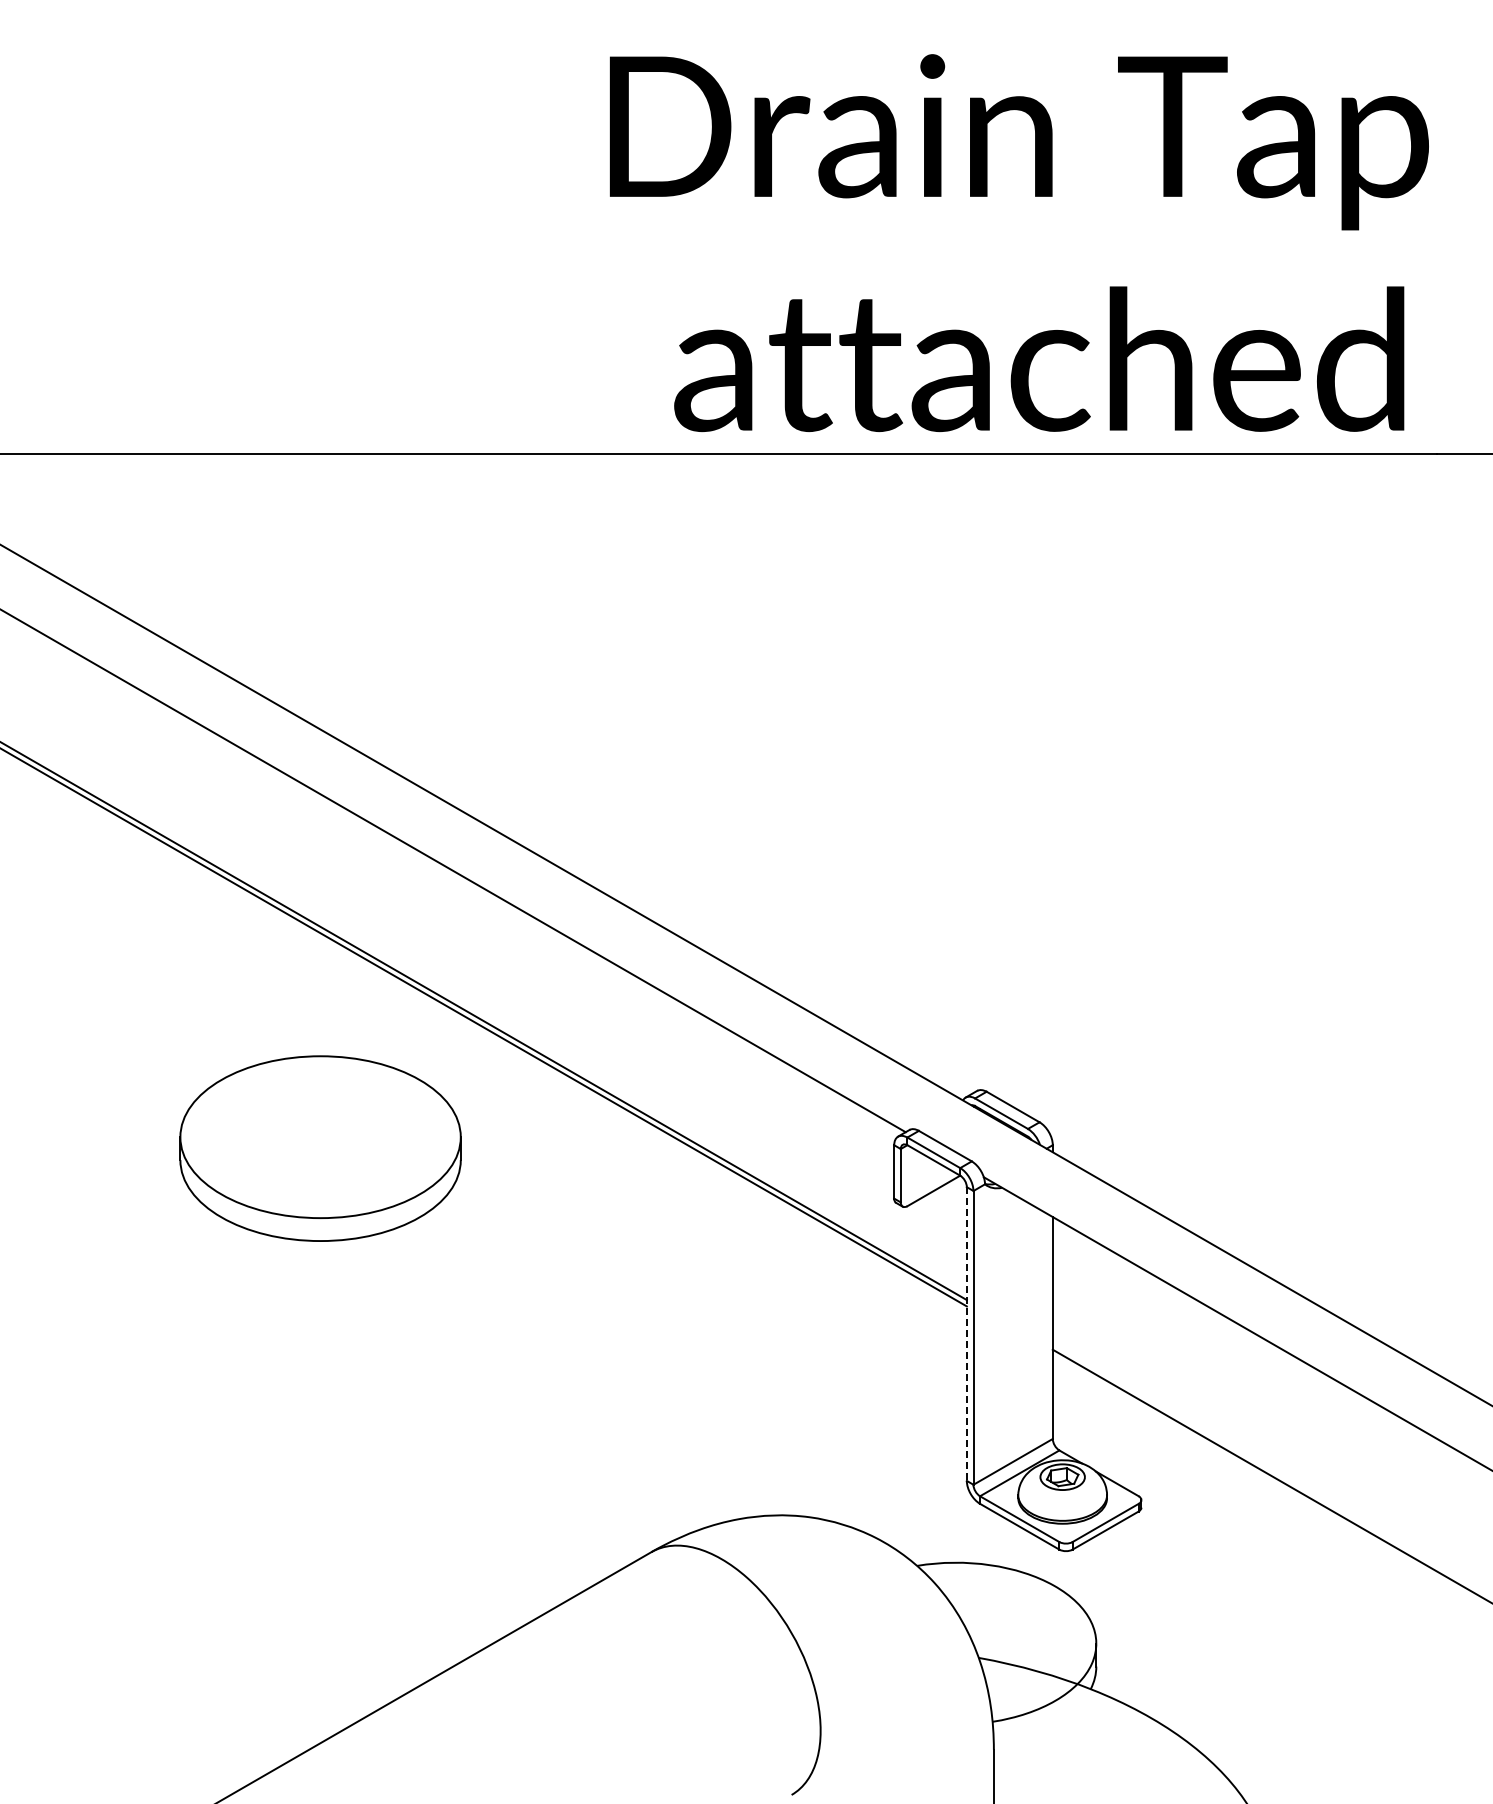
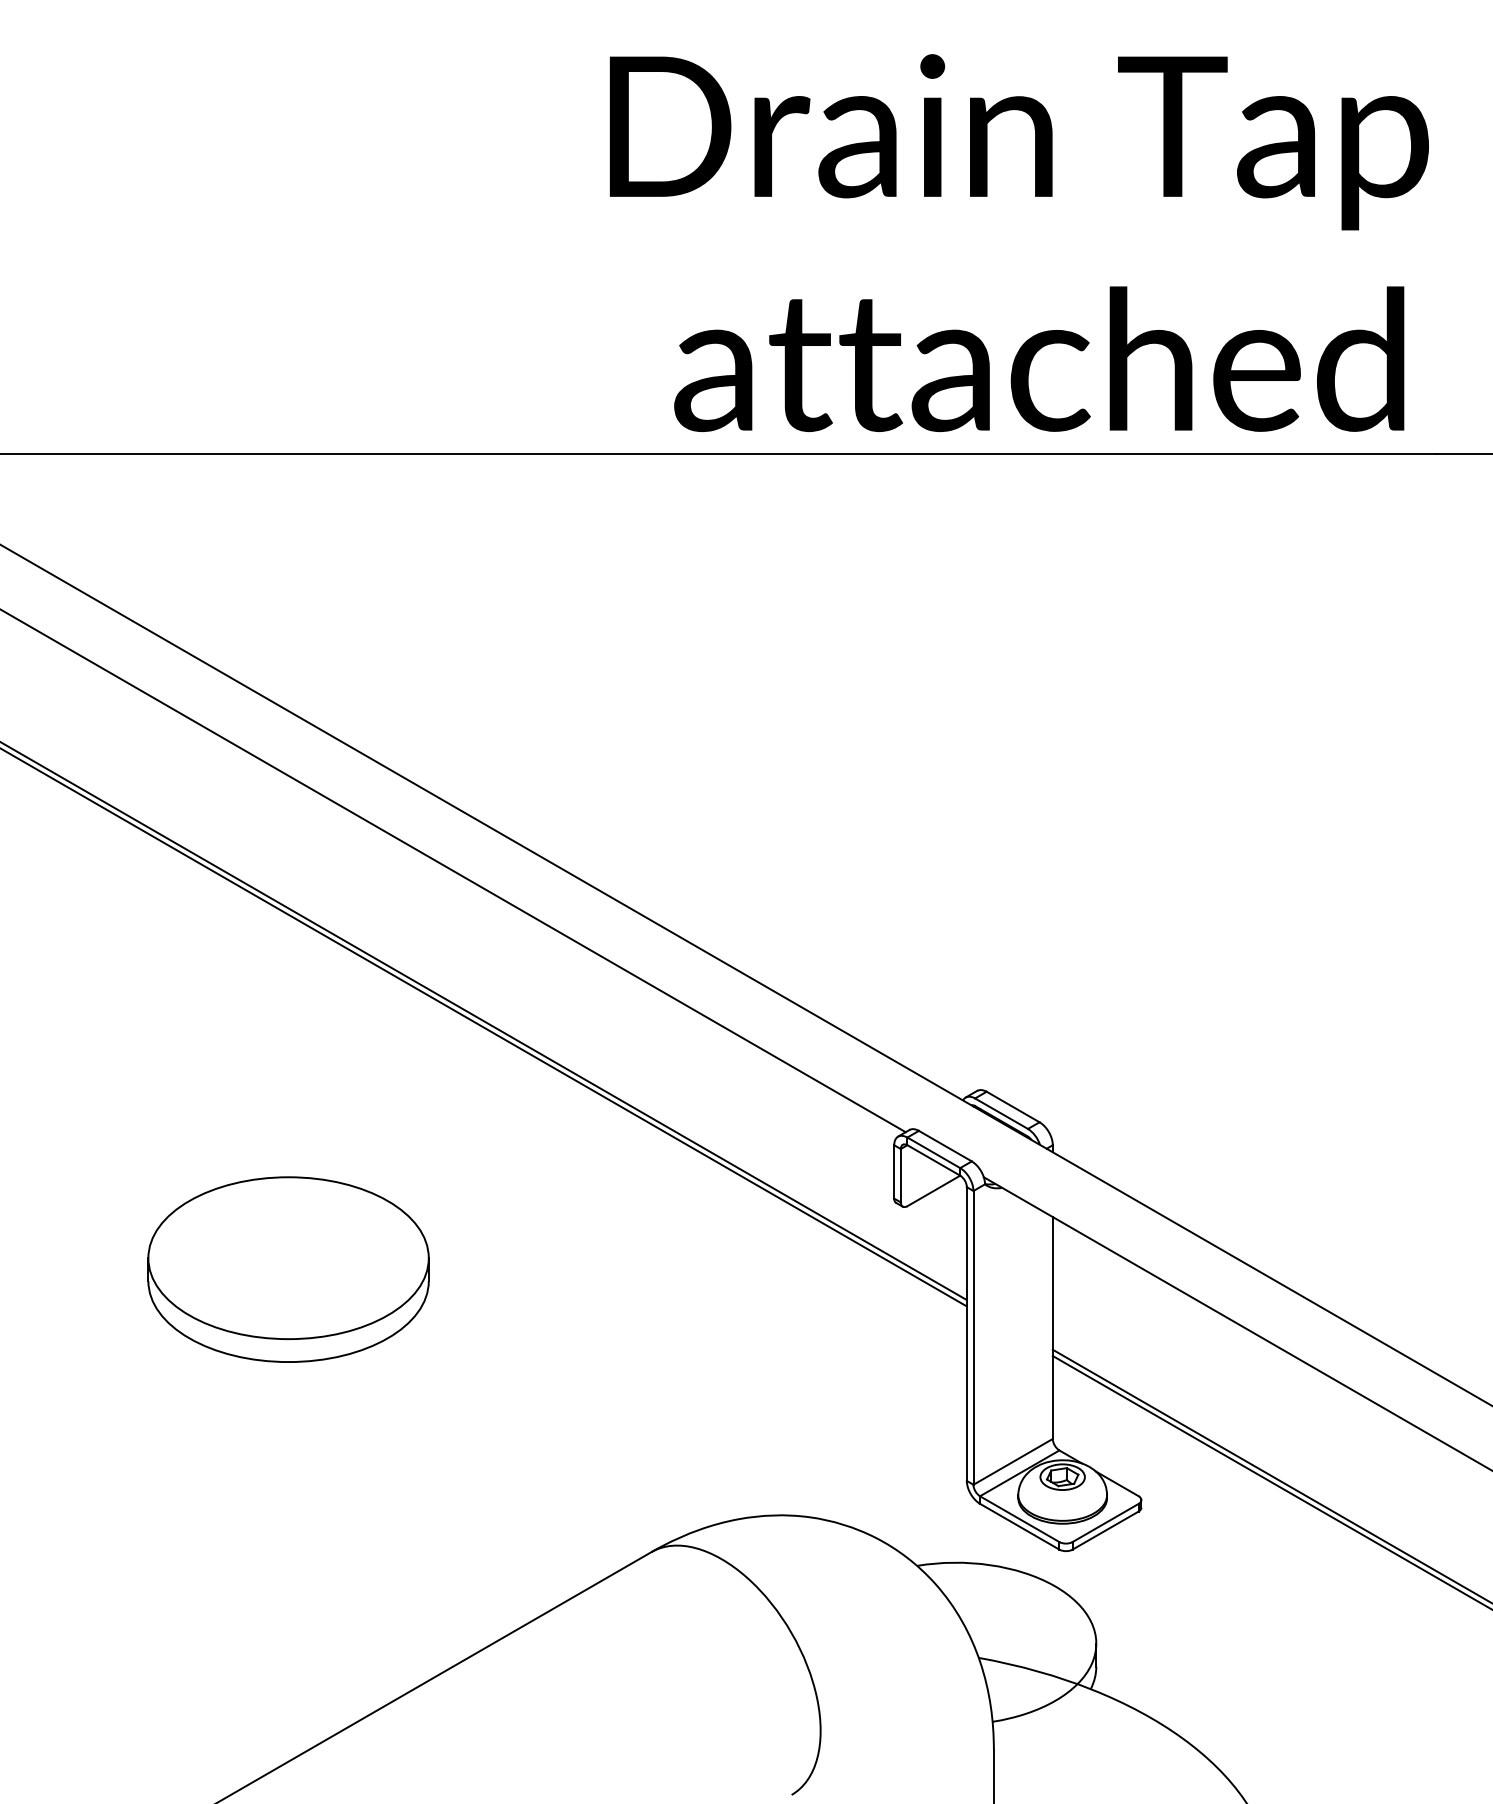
part at (320, 1148) position: (320, 1148) -> (288, 1269)
line at (966, 1334): dashed -> solid
line at (1270, 1481): none -> present
